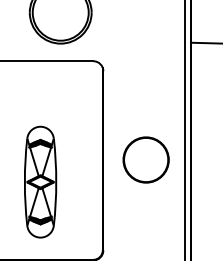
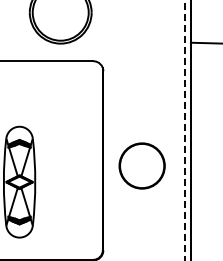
line at (184, 130): solid -> dashed
circle at (145, 159) position: (145, 159) -> (141, 165)
part at (40, 181) position: (40, 181) -> (19, 181)
